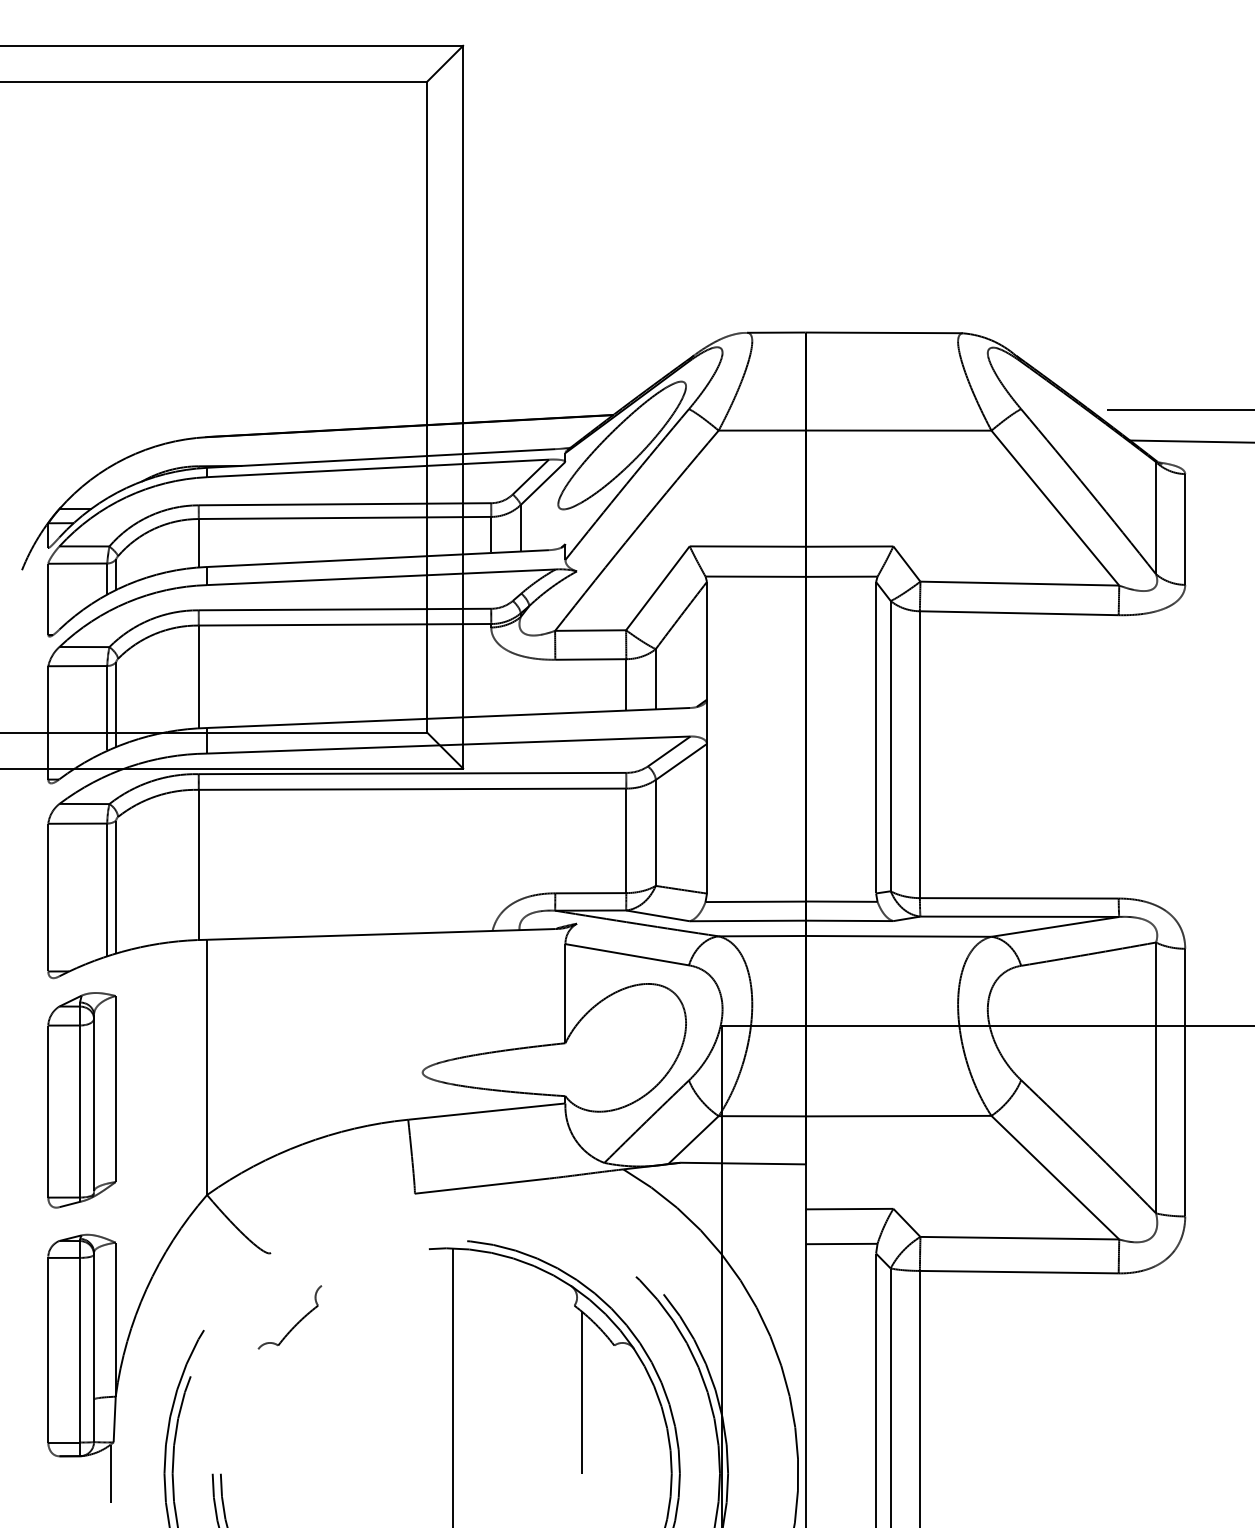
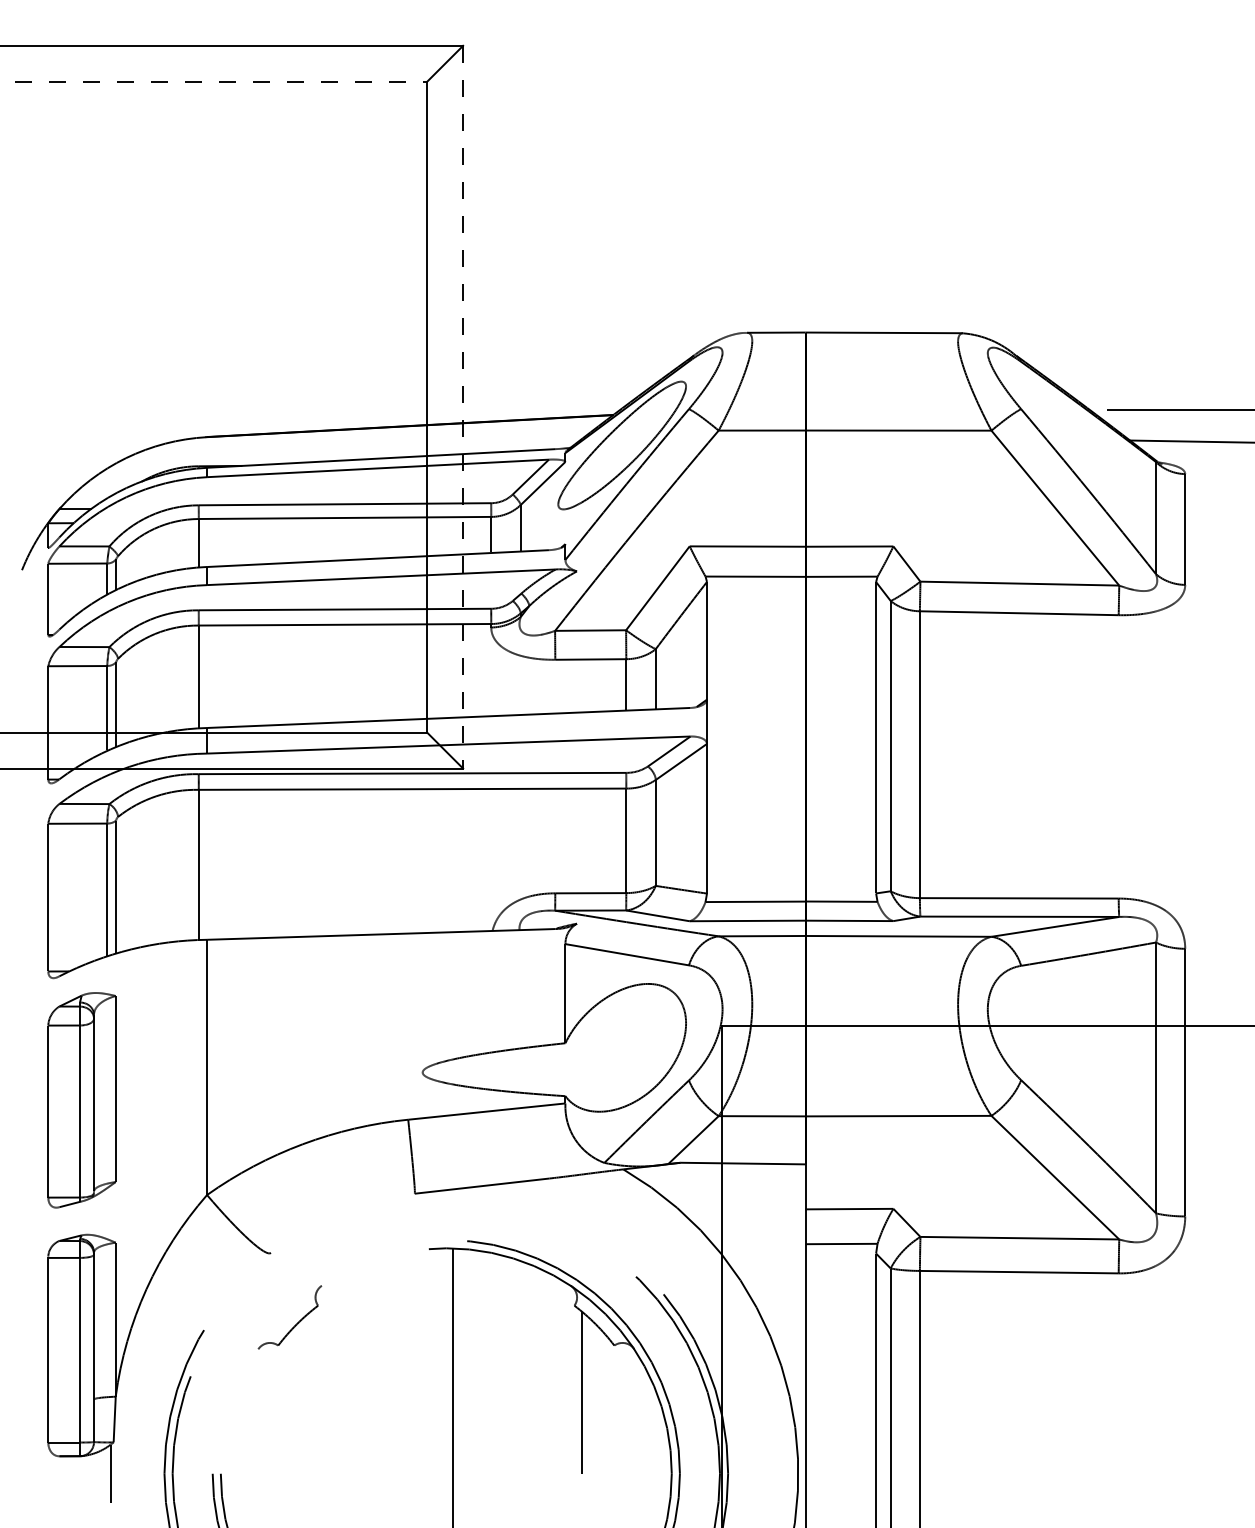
line at (214, 81): solid -> dashed
line at (463, 407): solid -> dashed
